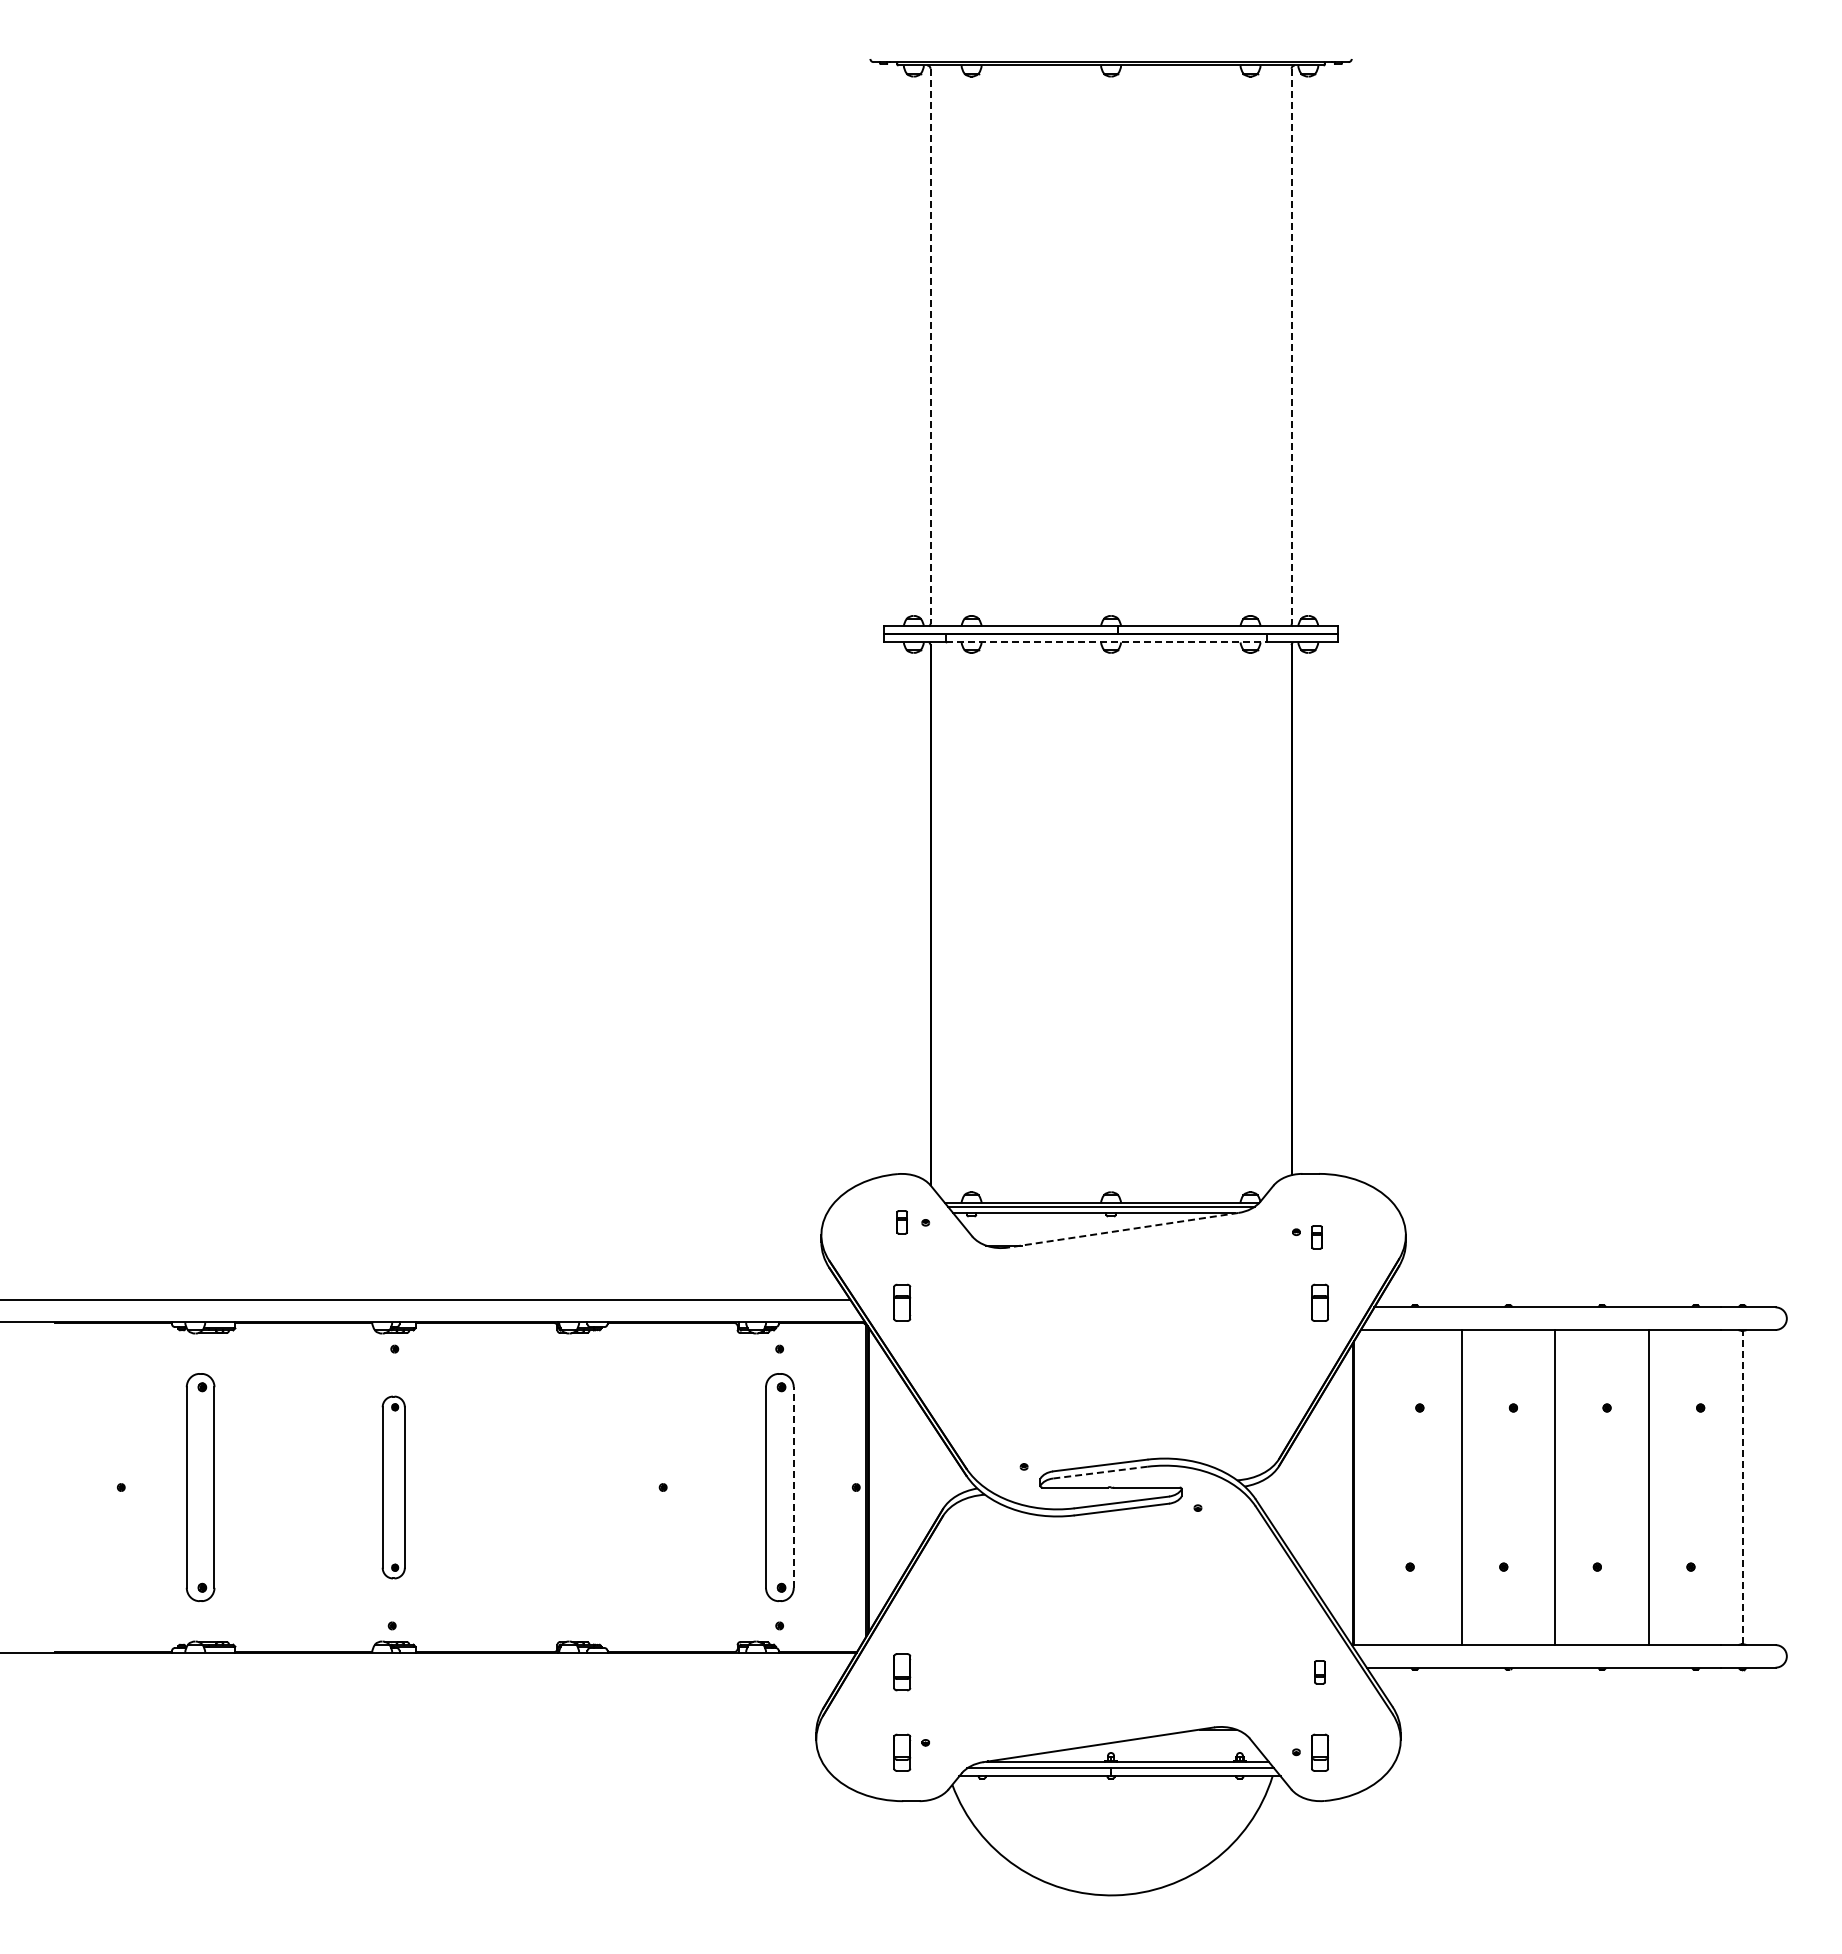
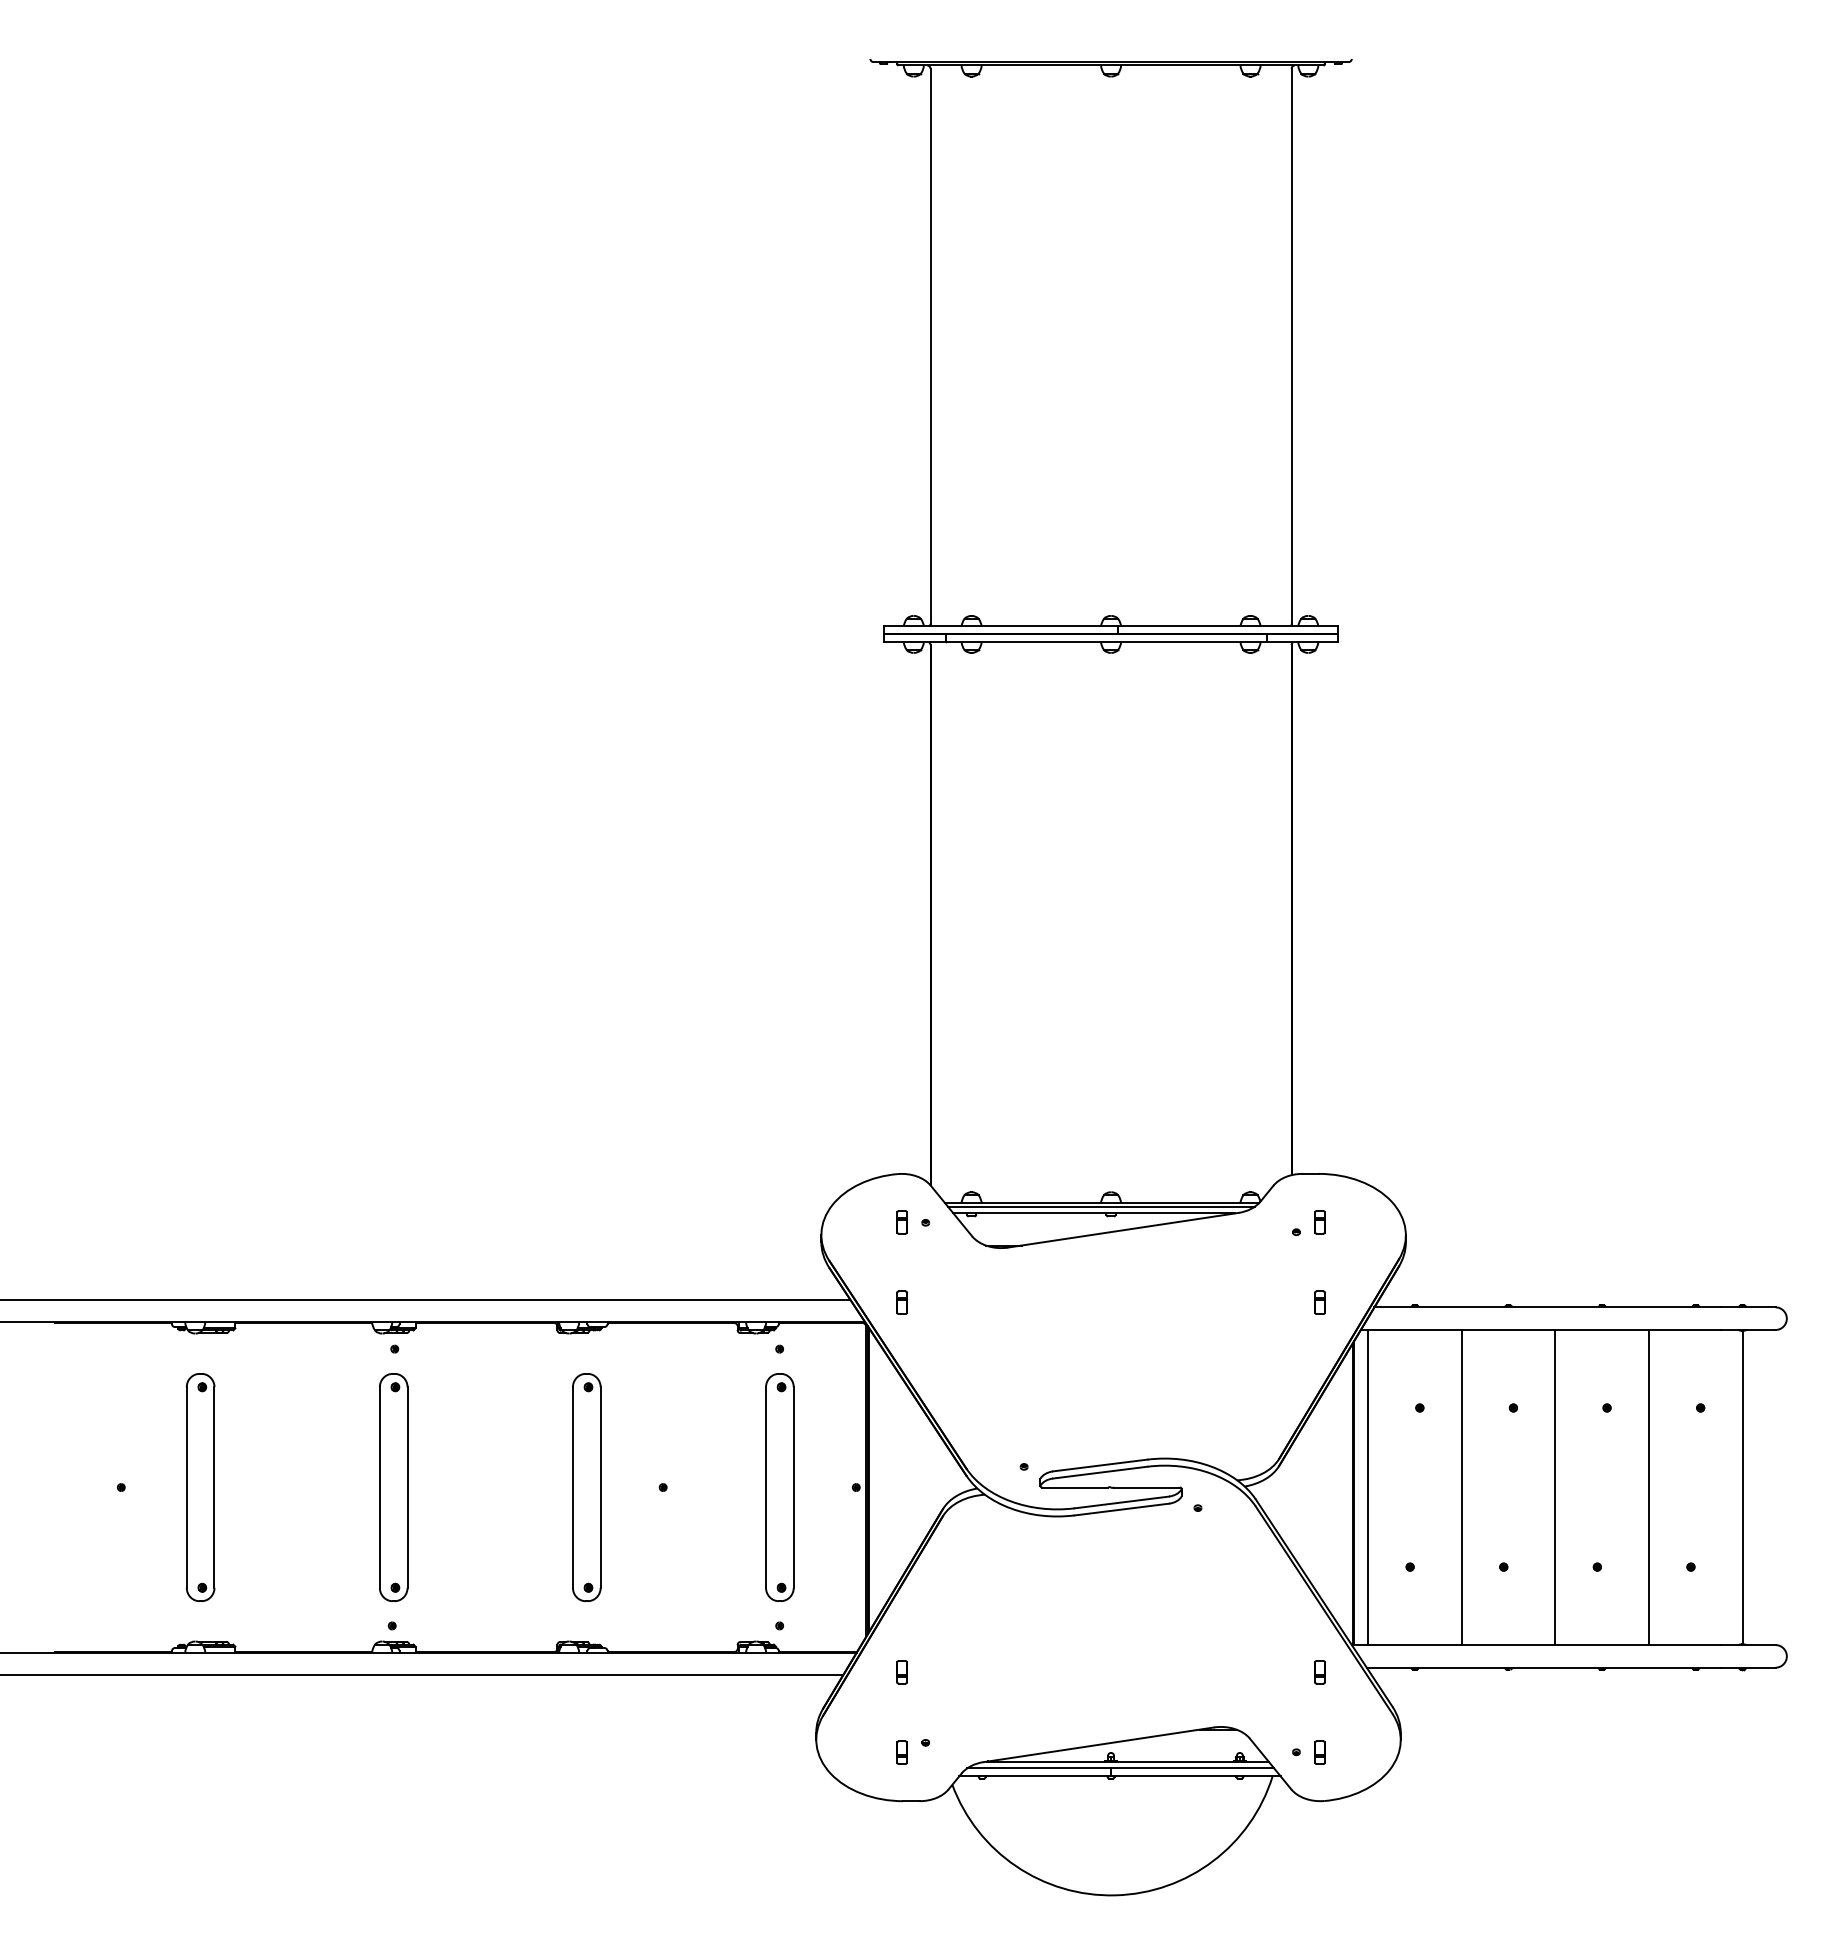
line at (930, 346): dashed -> solid
line at (1291, 346): dashed -> solid
line at (1106, 642): dashed -> solid
line at (1123, 1230): dashed -> solid
part at (1316, 1237) position: (1316, 1237) -> (1319, 1222)
part at (902, 1302) size: 19x39 px -> 12x25 px
part at (1319, 1302) size: 18x39 px -> 12x25 px
line at (1100, 1472): dashed -> solid
part at (393, 1487) size: 25x185 px -> 30x229 px
part at (586, 1487): none -> present
line at (793, 1487): dashed -> solid
line at (1368, 1487): none -> present
line at (1742, 1487): dashed -> solid
part at (902, 1672) size: 19x39 px -> 12x25 px
line at (422, 1675): none -> present
part at (902, 1752) size: 19x39 px -> 12x25 px
part at (1319, 1752) size: 18x39 px -> 12x25 px
